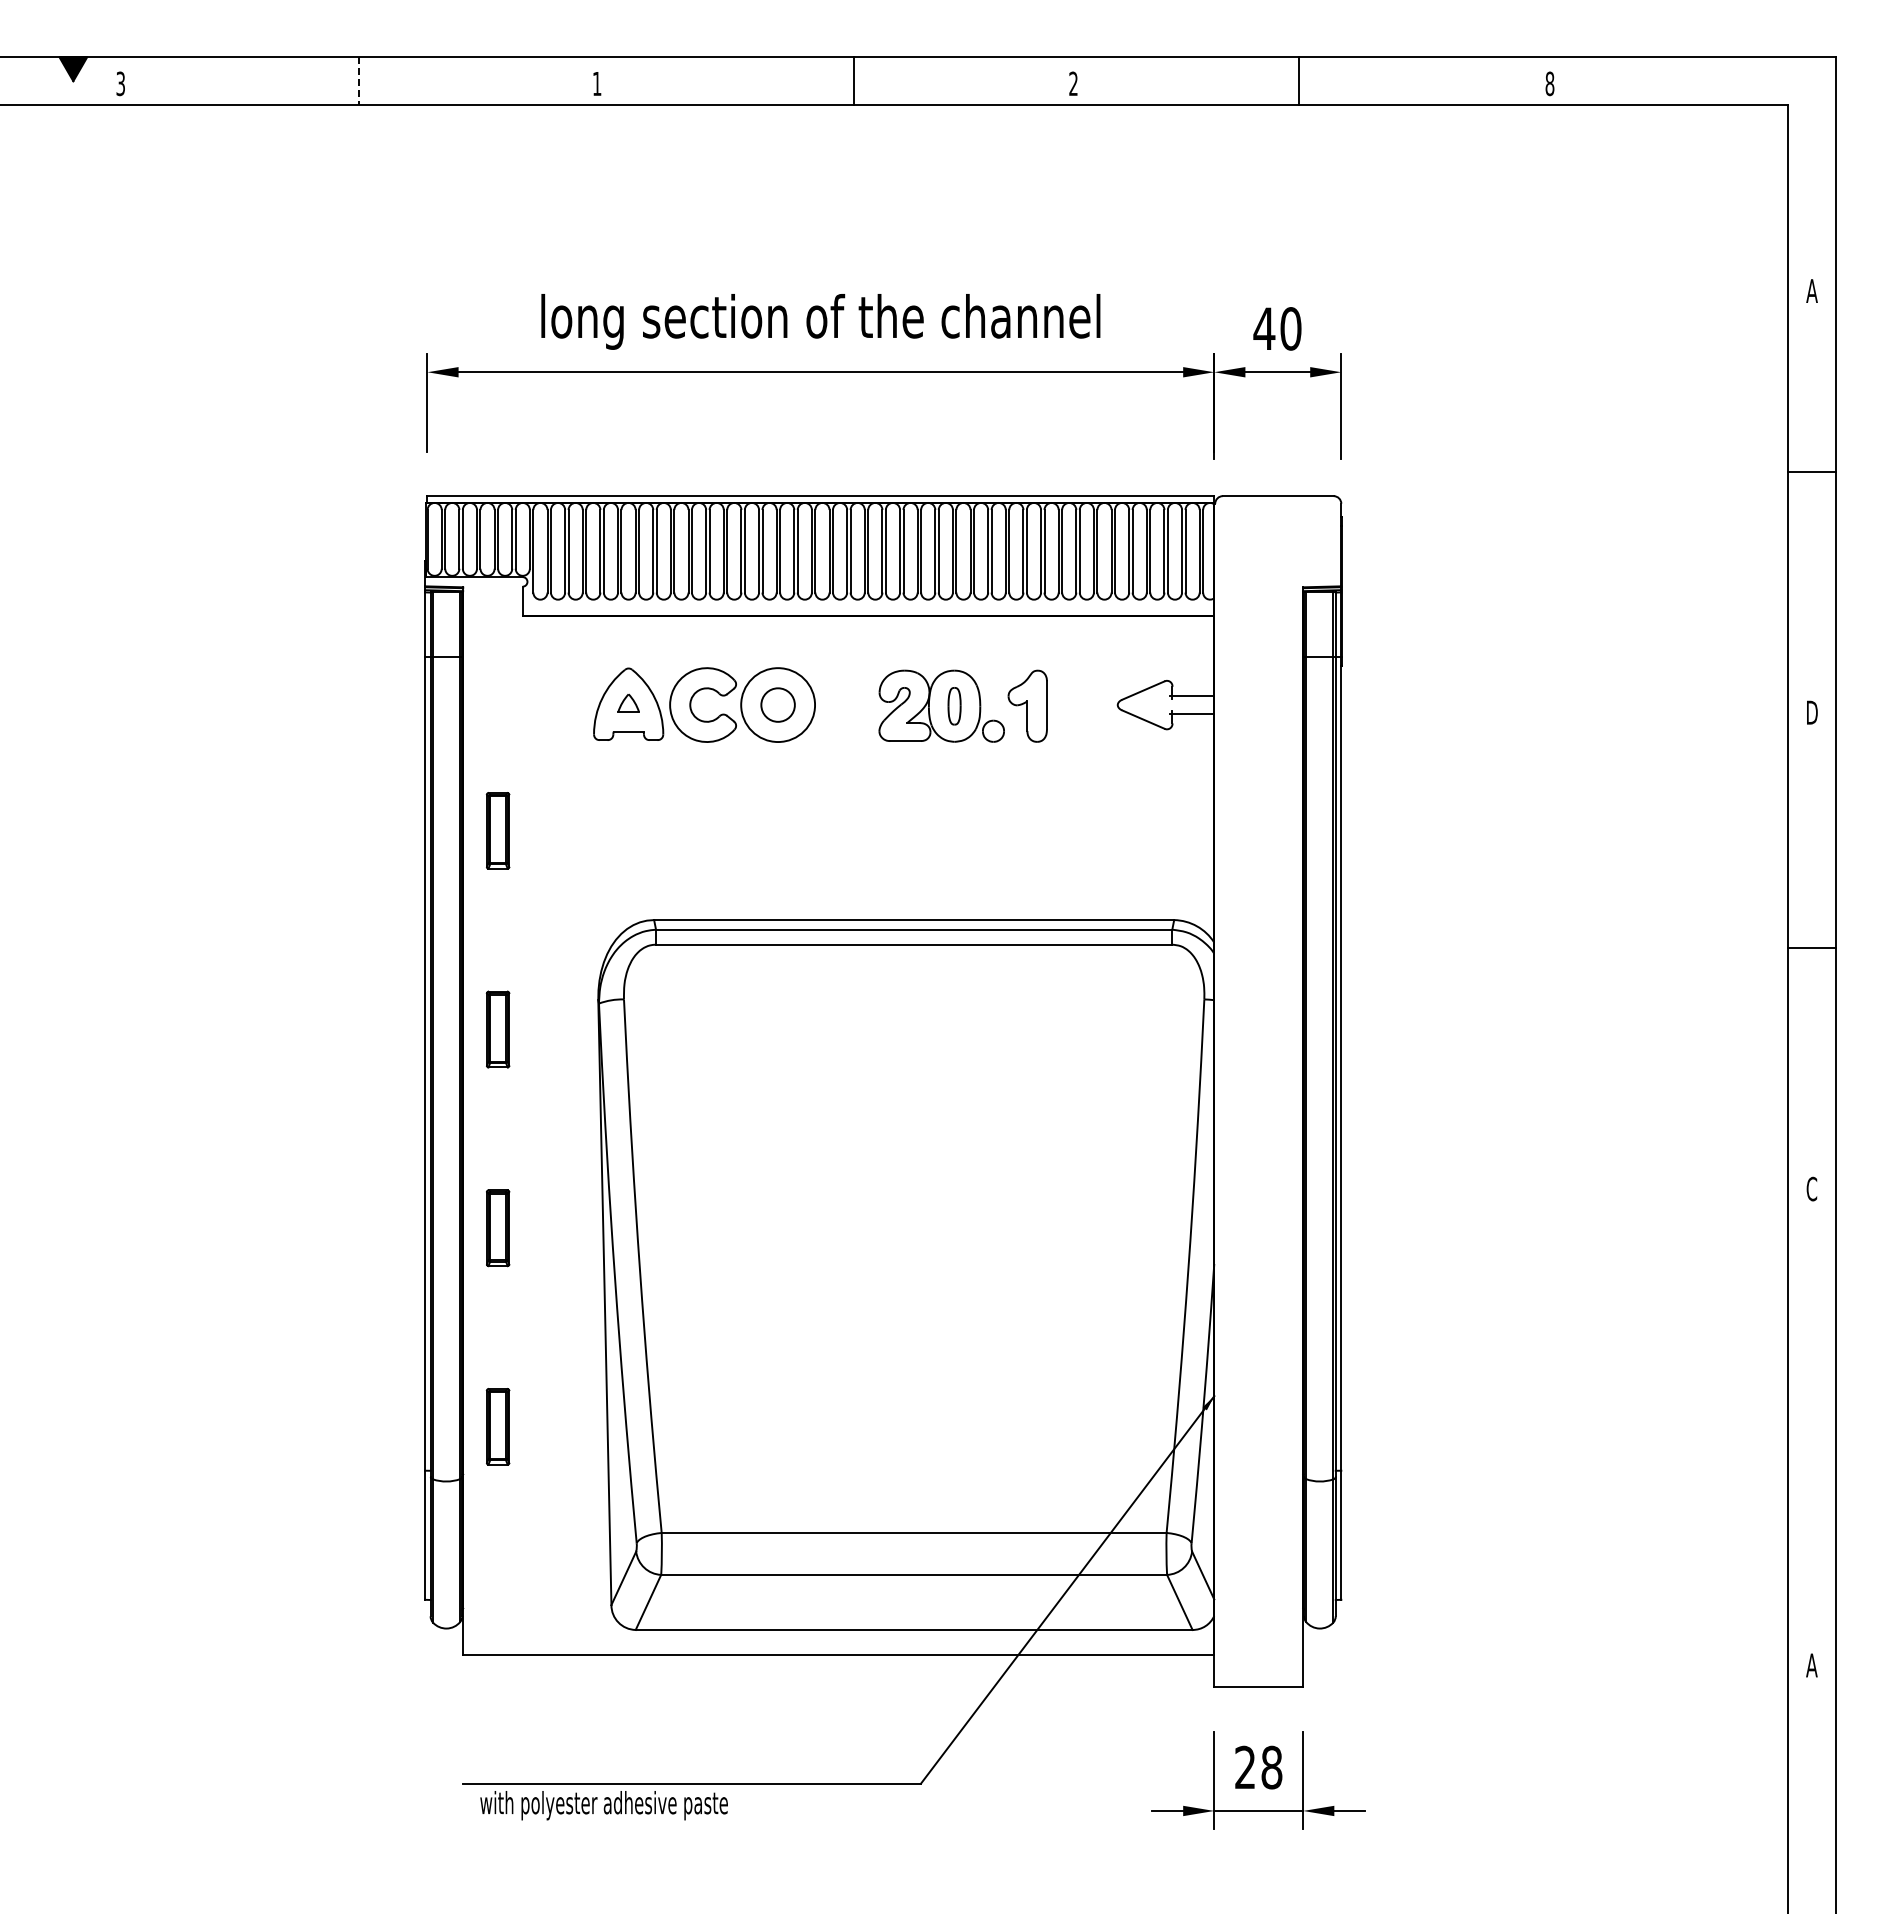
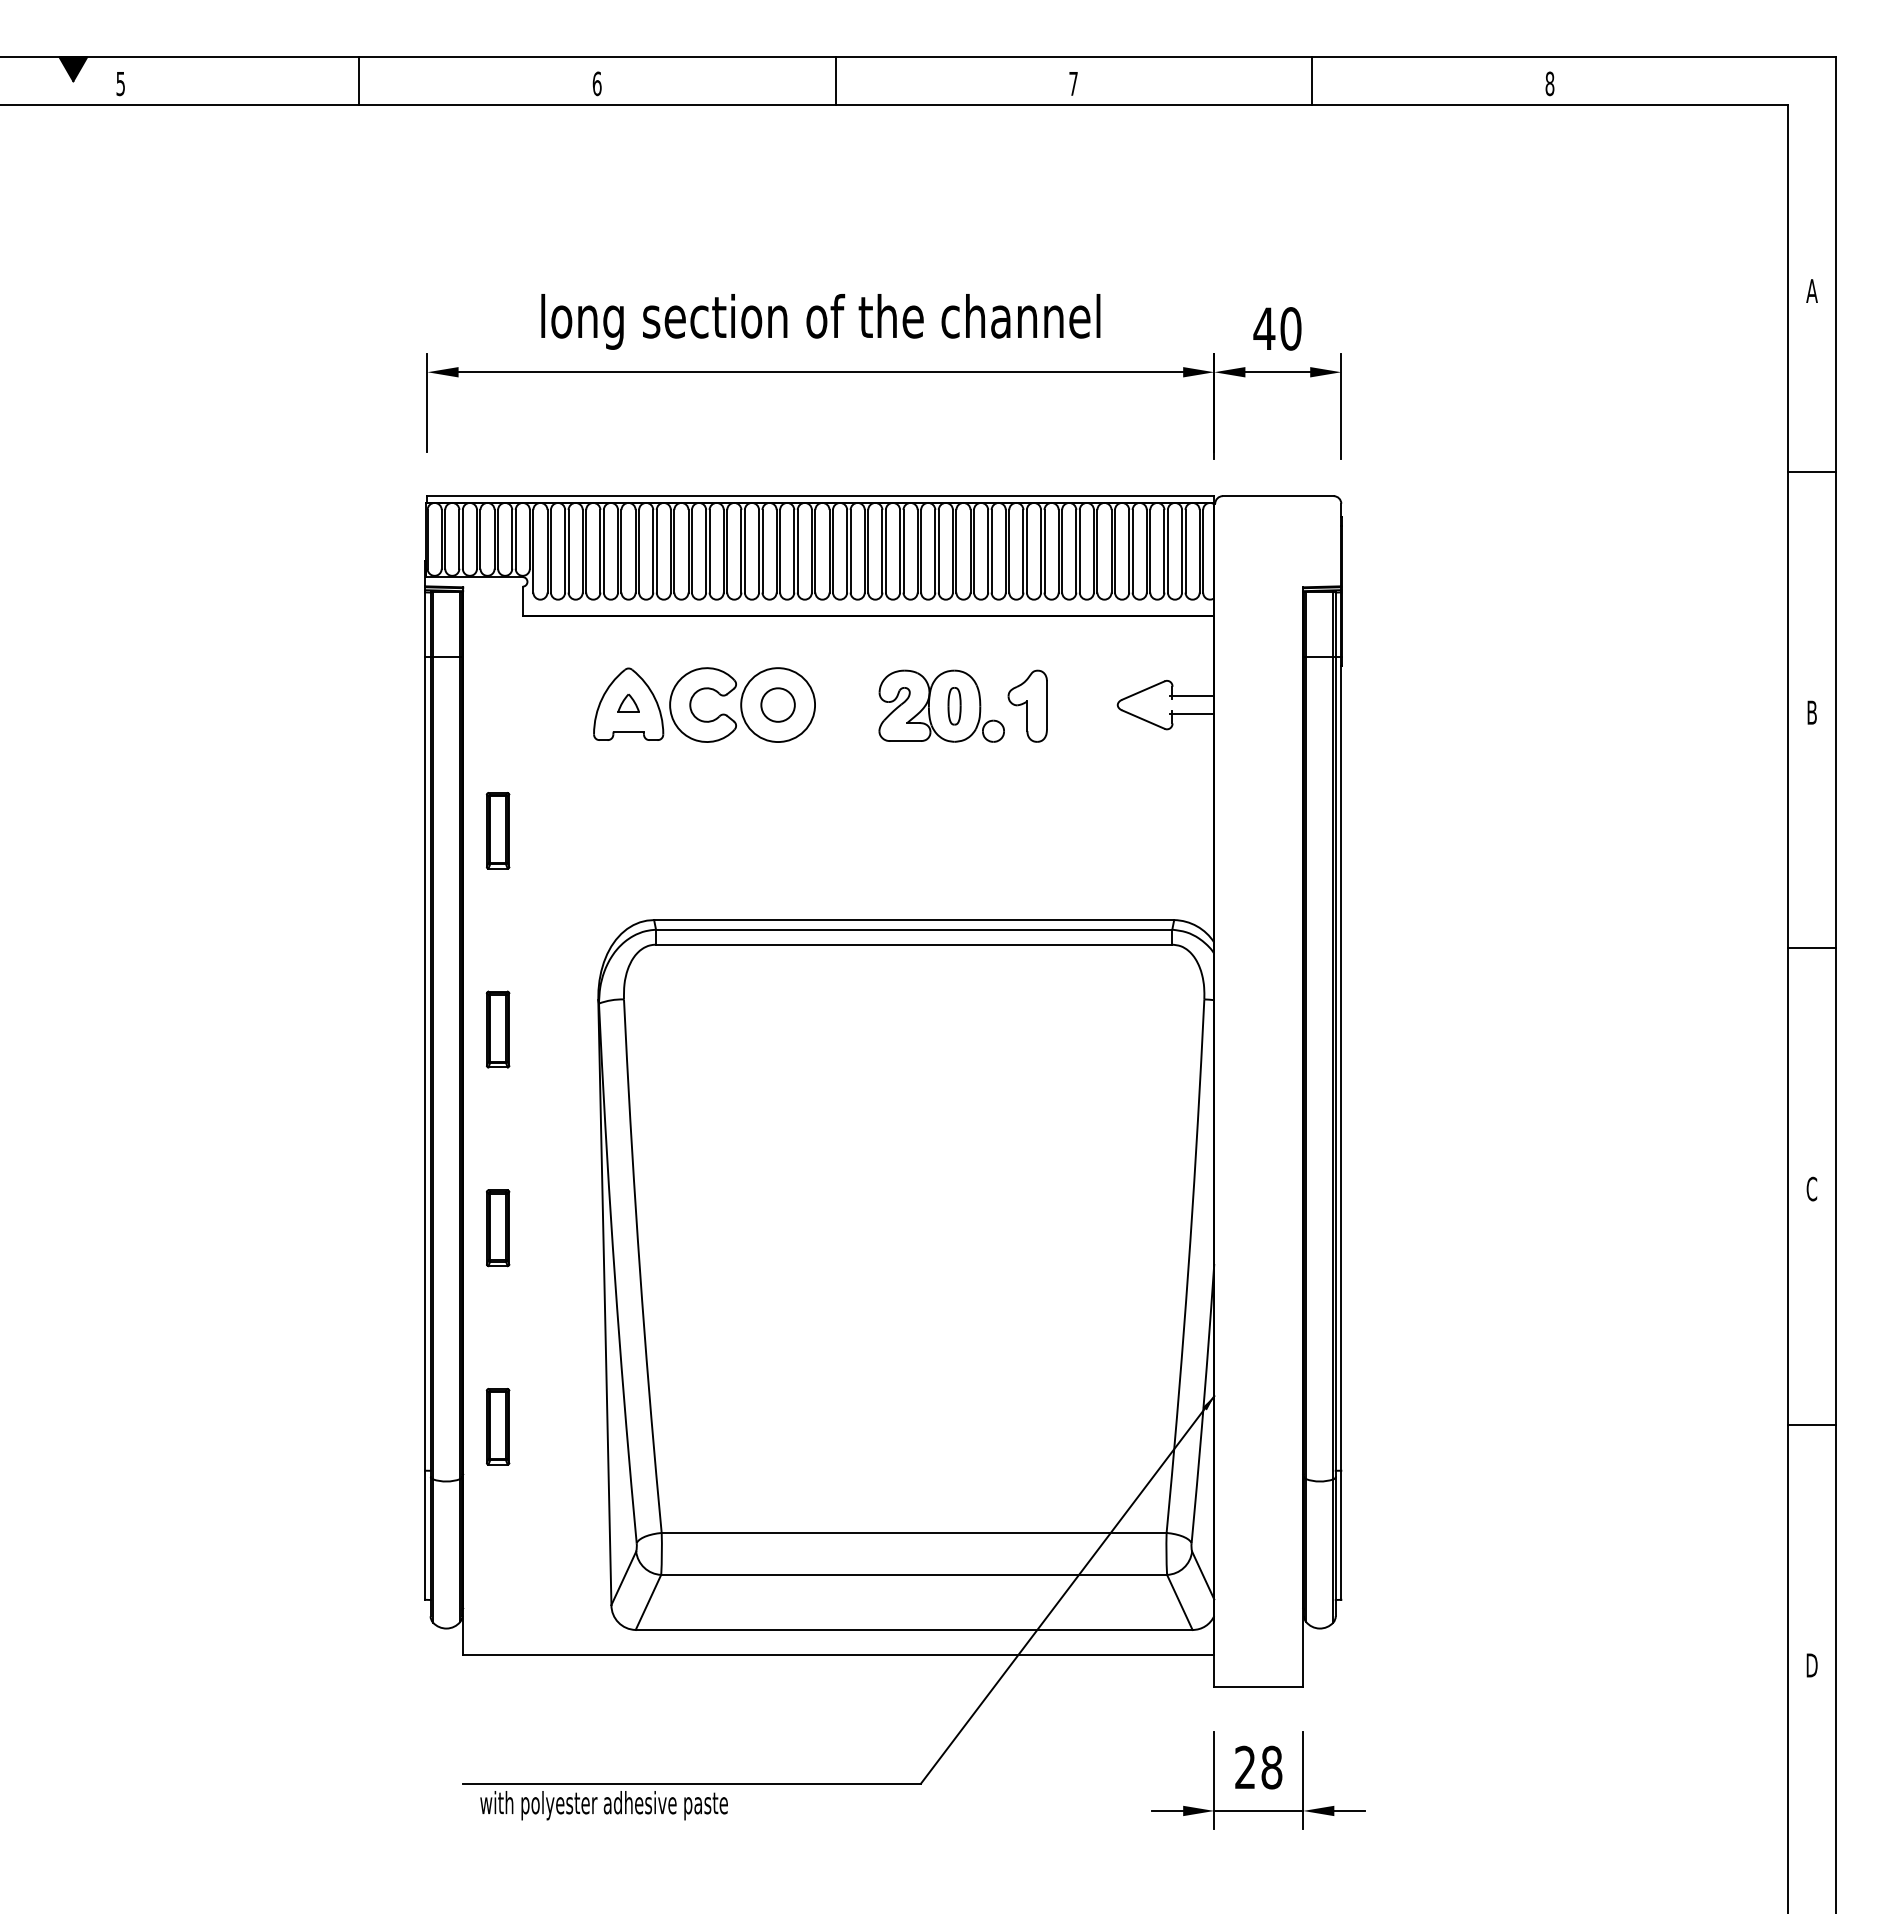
line at (359, 81): dashed -> solid
line at (853, 81) position: (853, 81) -> (835, 81)
line at (1298, 81) position: (1298, 81) -> (1311, 81)
text at (120, 83): 3 -> 5
text at (596, 83): 1 -> 6
text at (1073, 83): 2 -> 7
text at (1812, 712): D -> B
line at (1812, 1424): none -> present
text at (1811, 1665): A -> D
